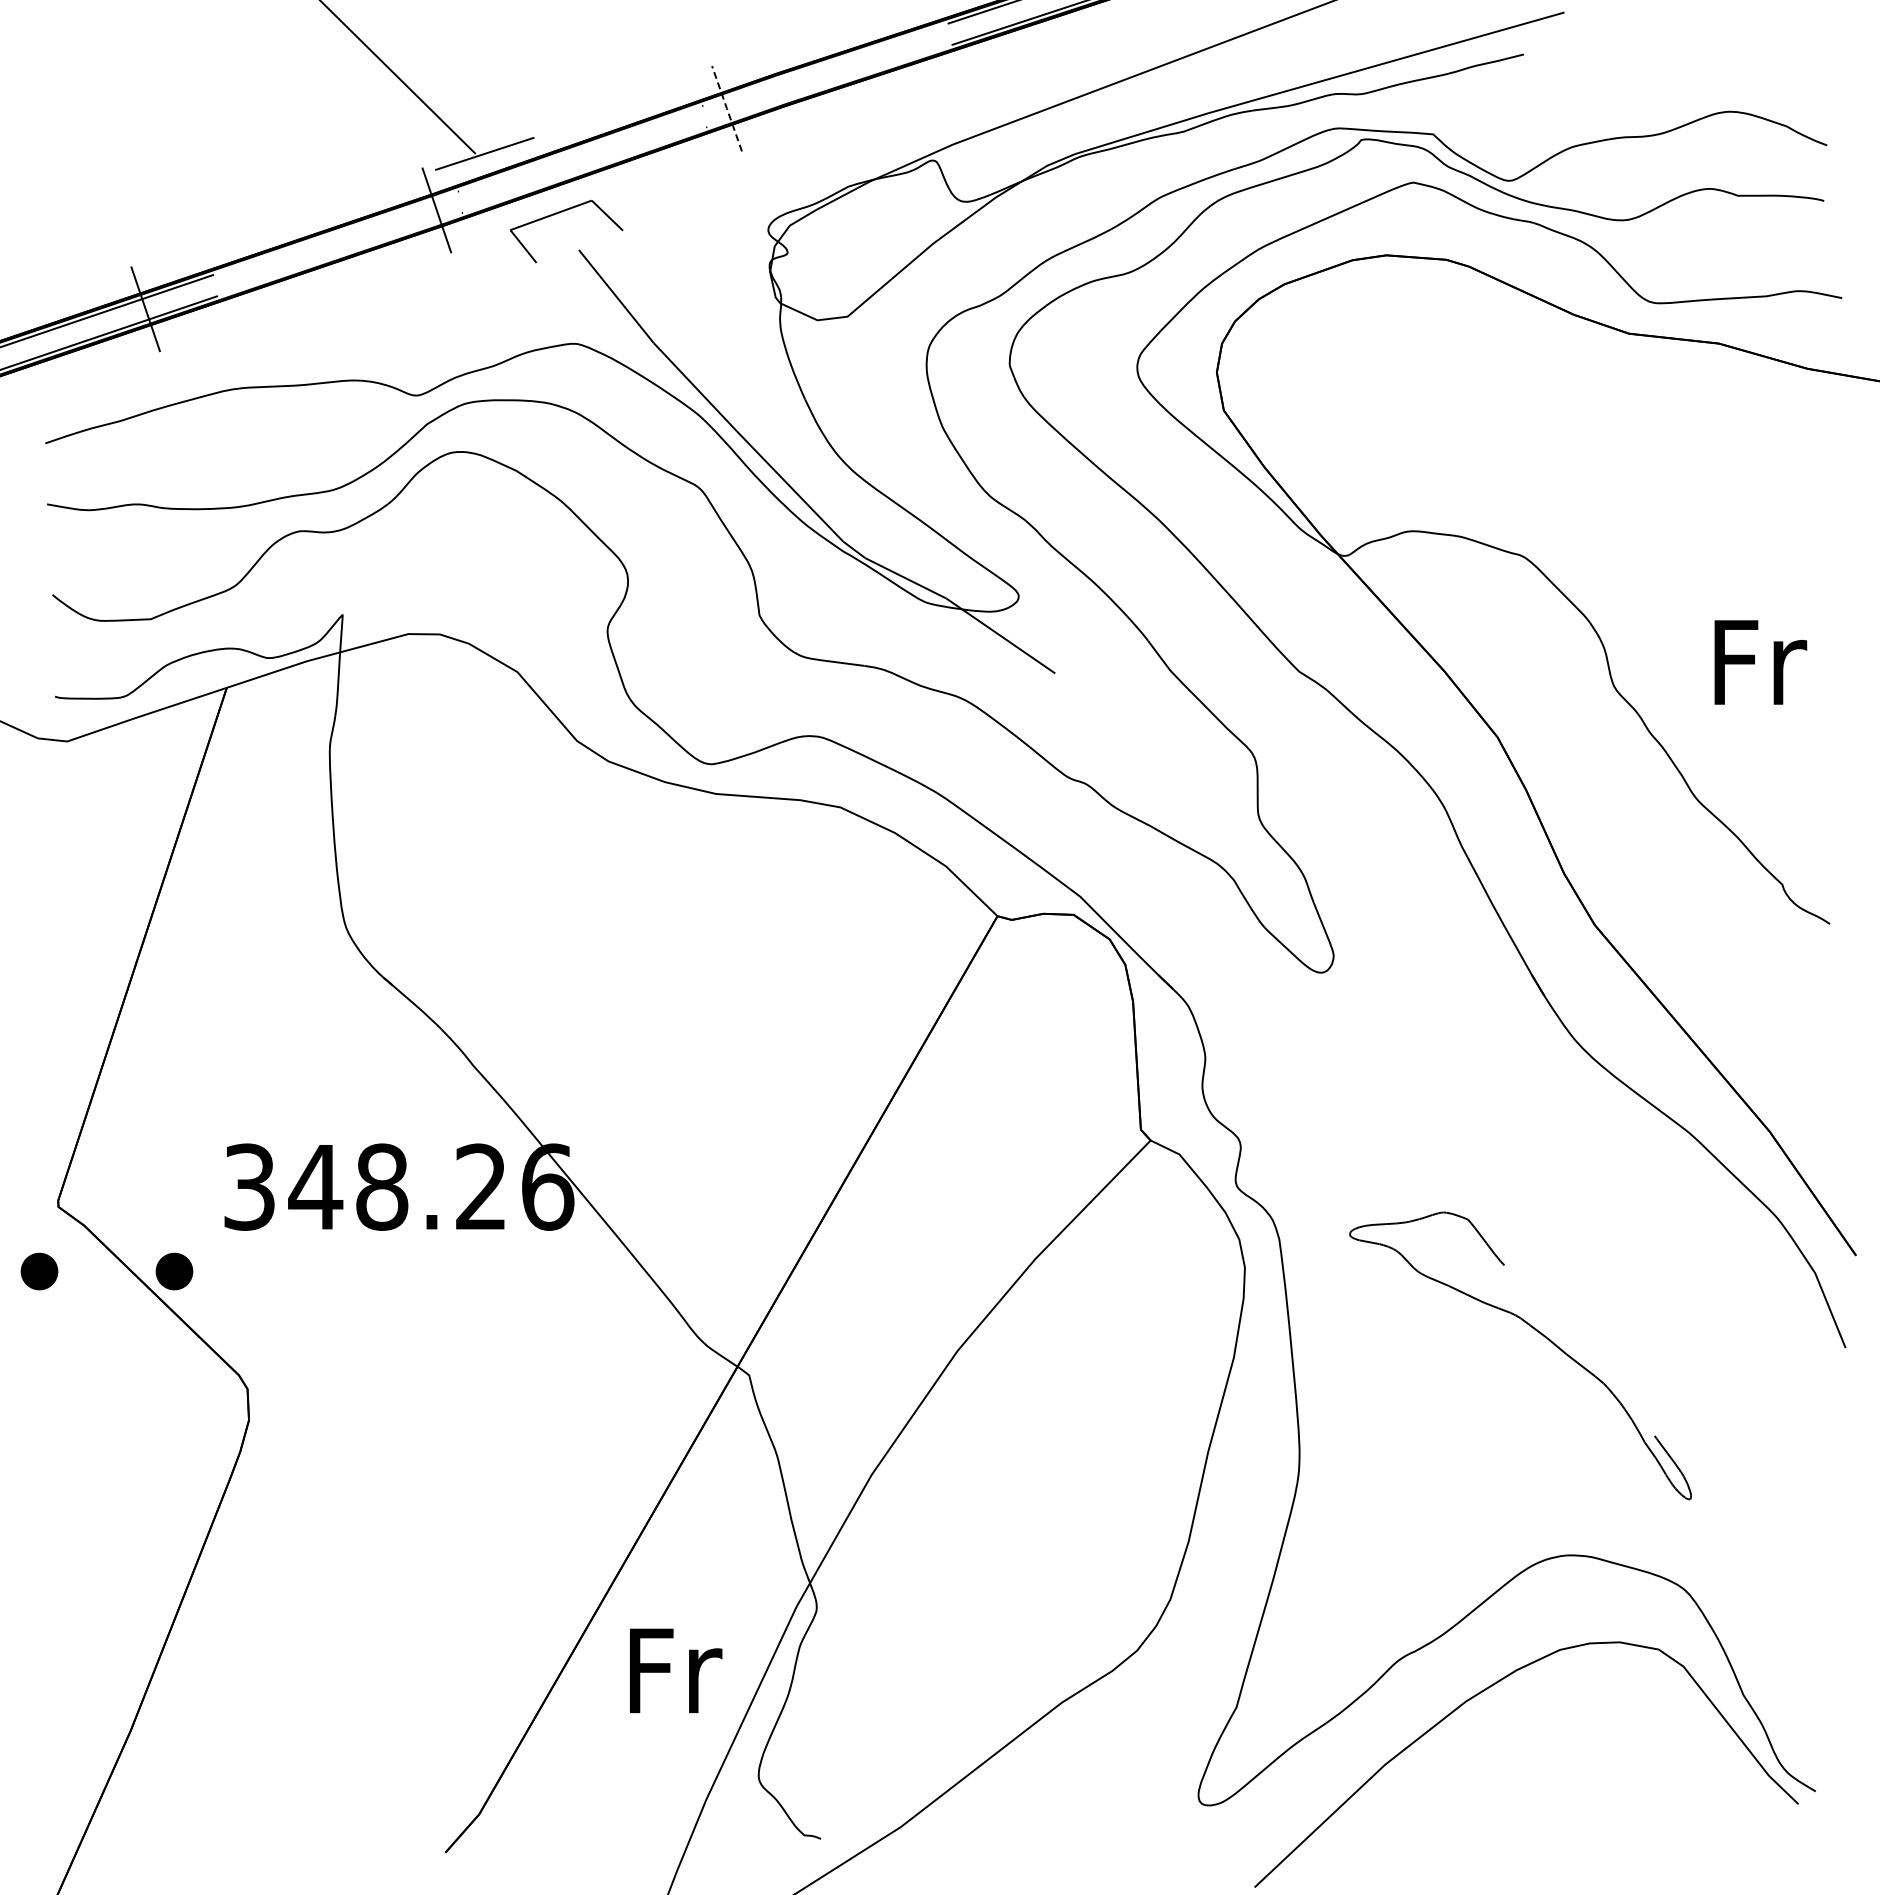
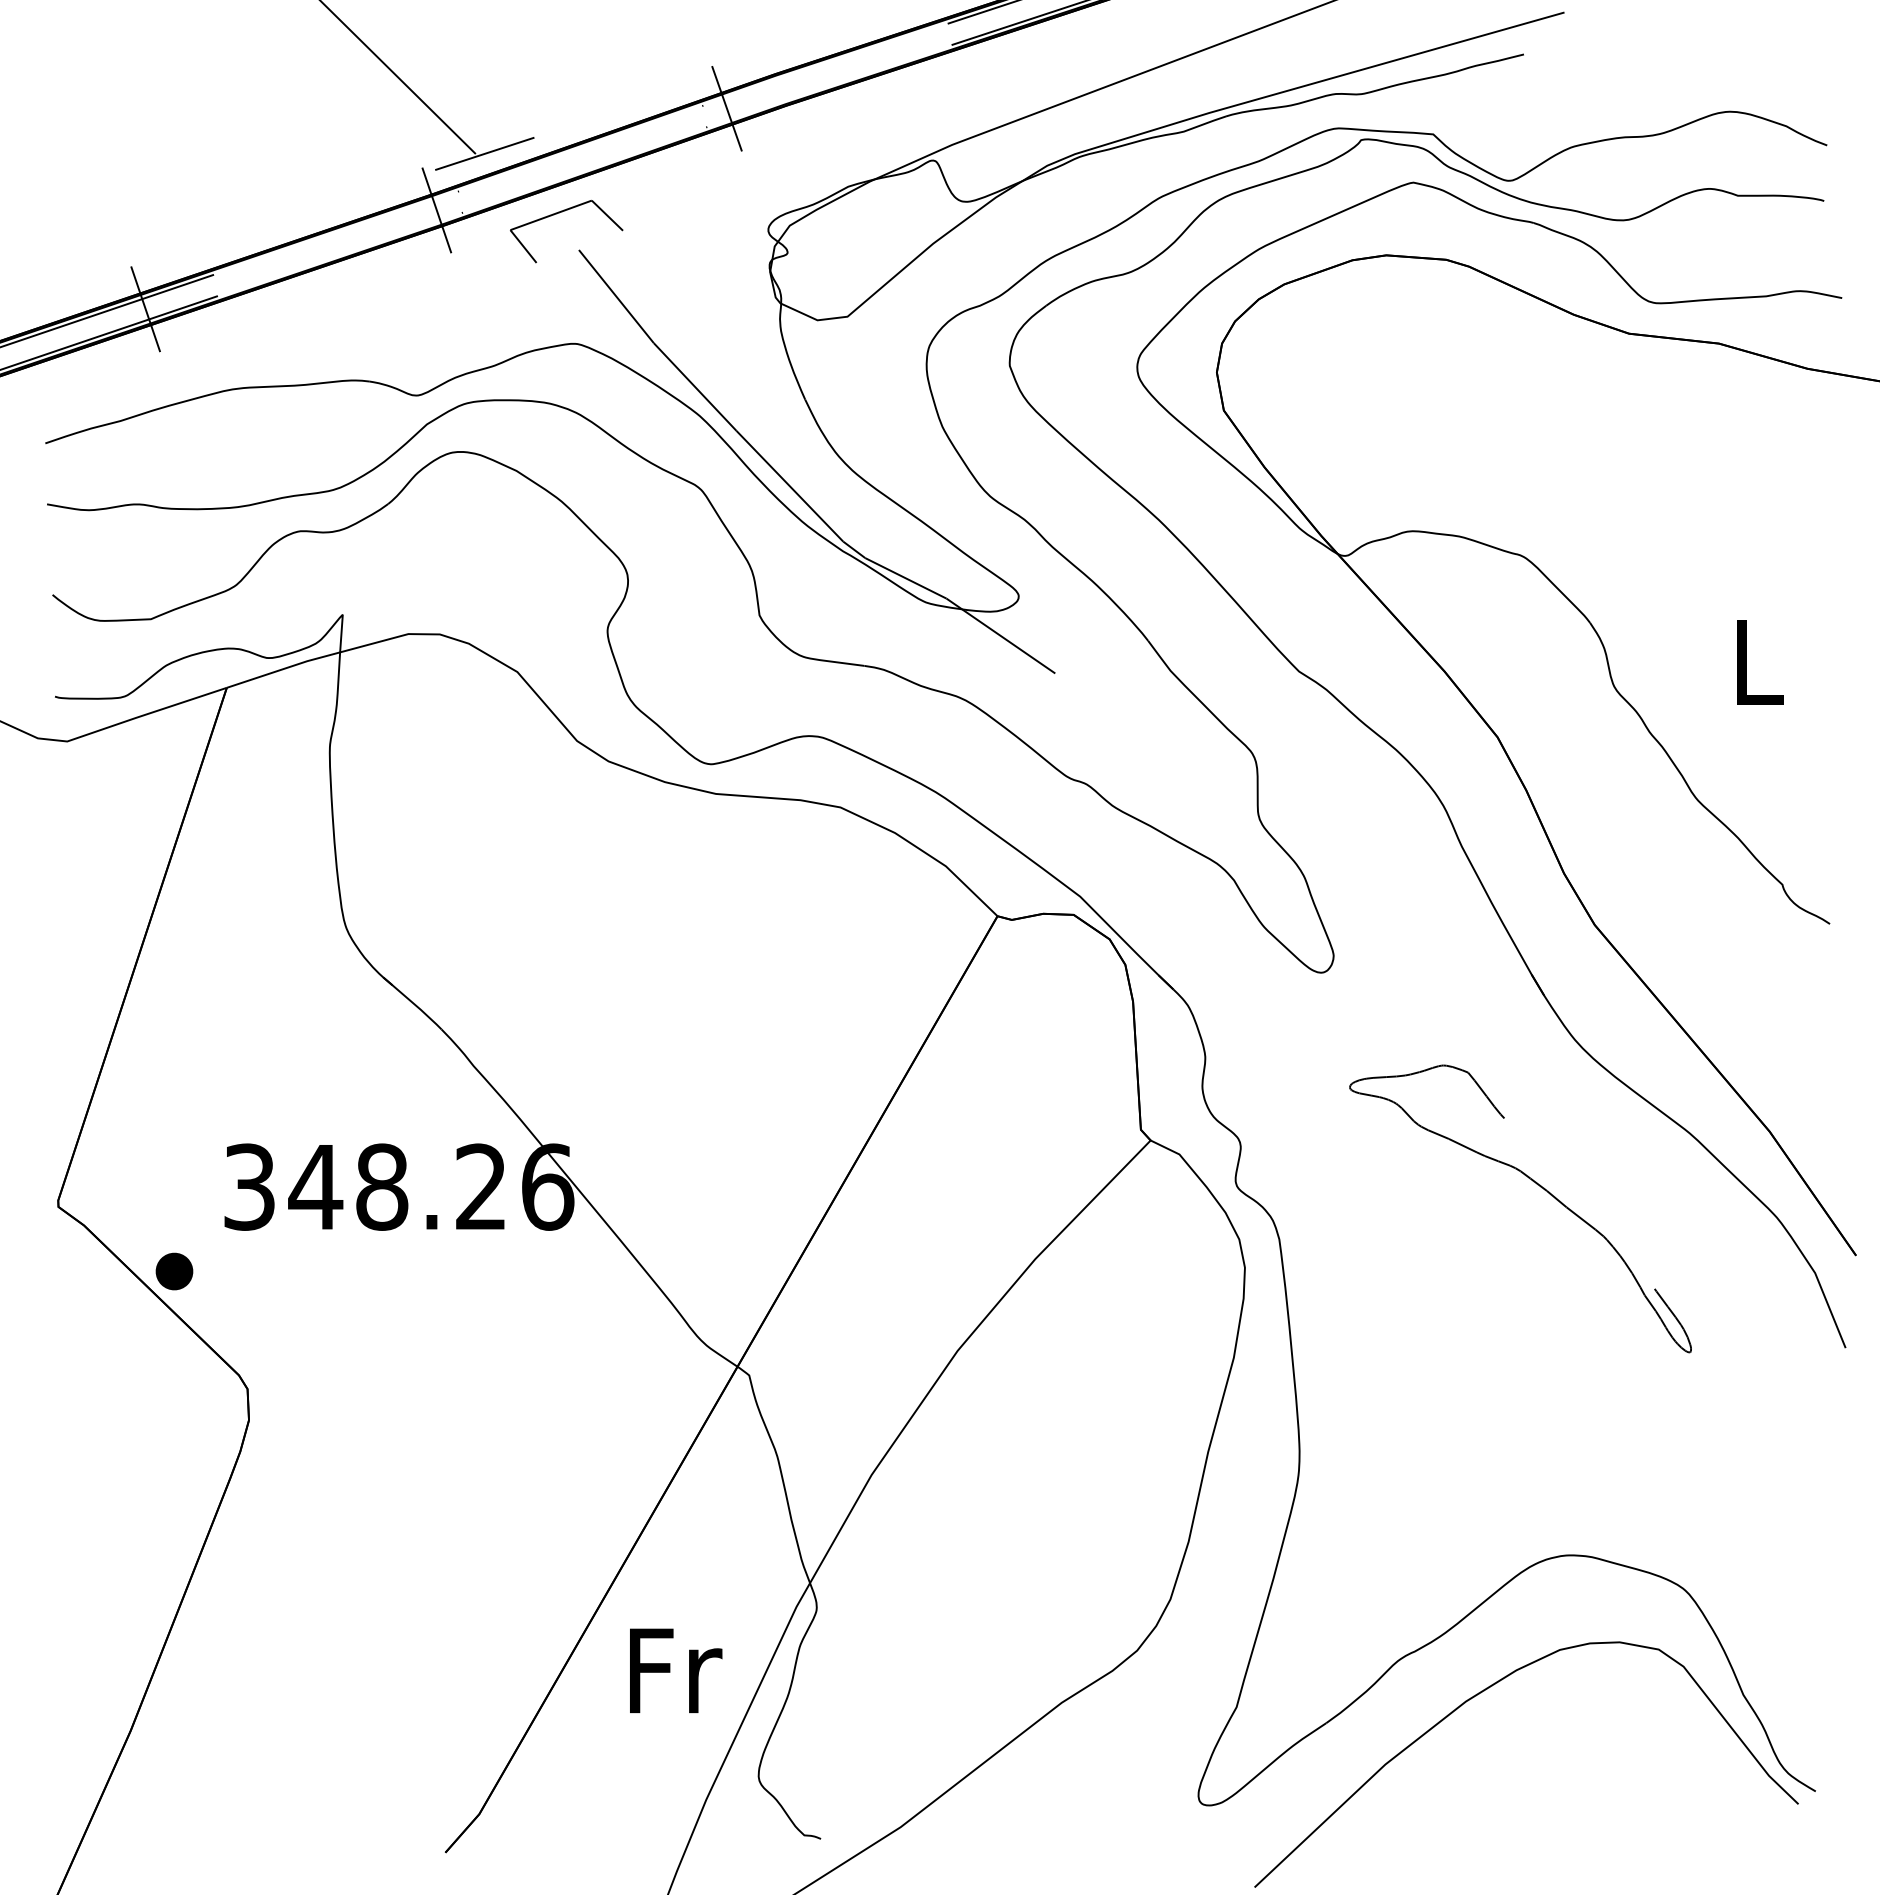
line at (727, 108): dashed -> solid
text at (1760, 662): Fr -> L
part at (39, 1271): present -> none
part at (1536, 1331) position: (1536, 1331) -> (1536, 1184)
